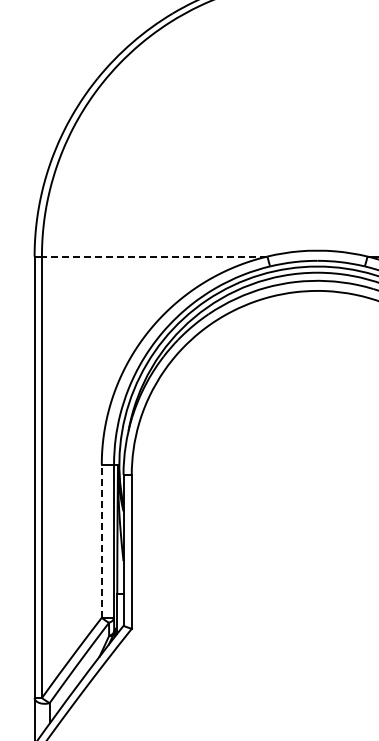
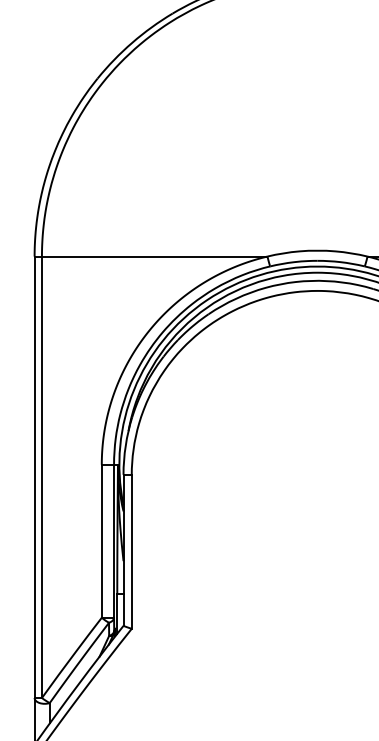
line at (154, 256): dashed -> solid
line at (101, 541): dashed -> solid
